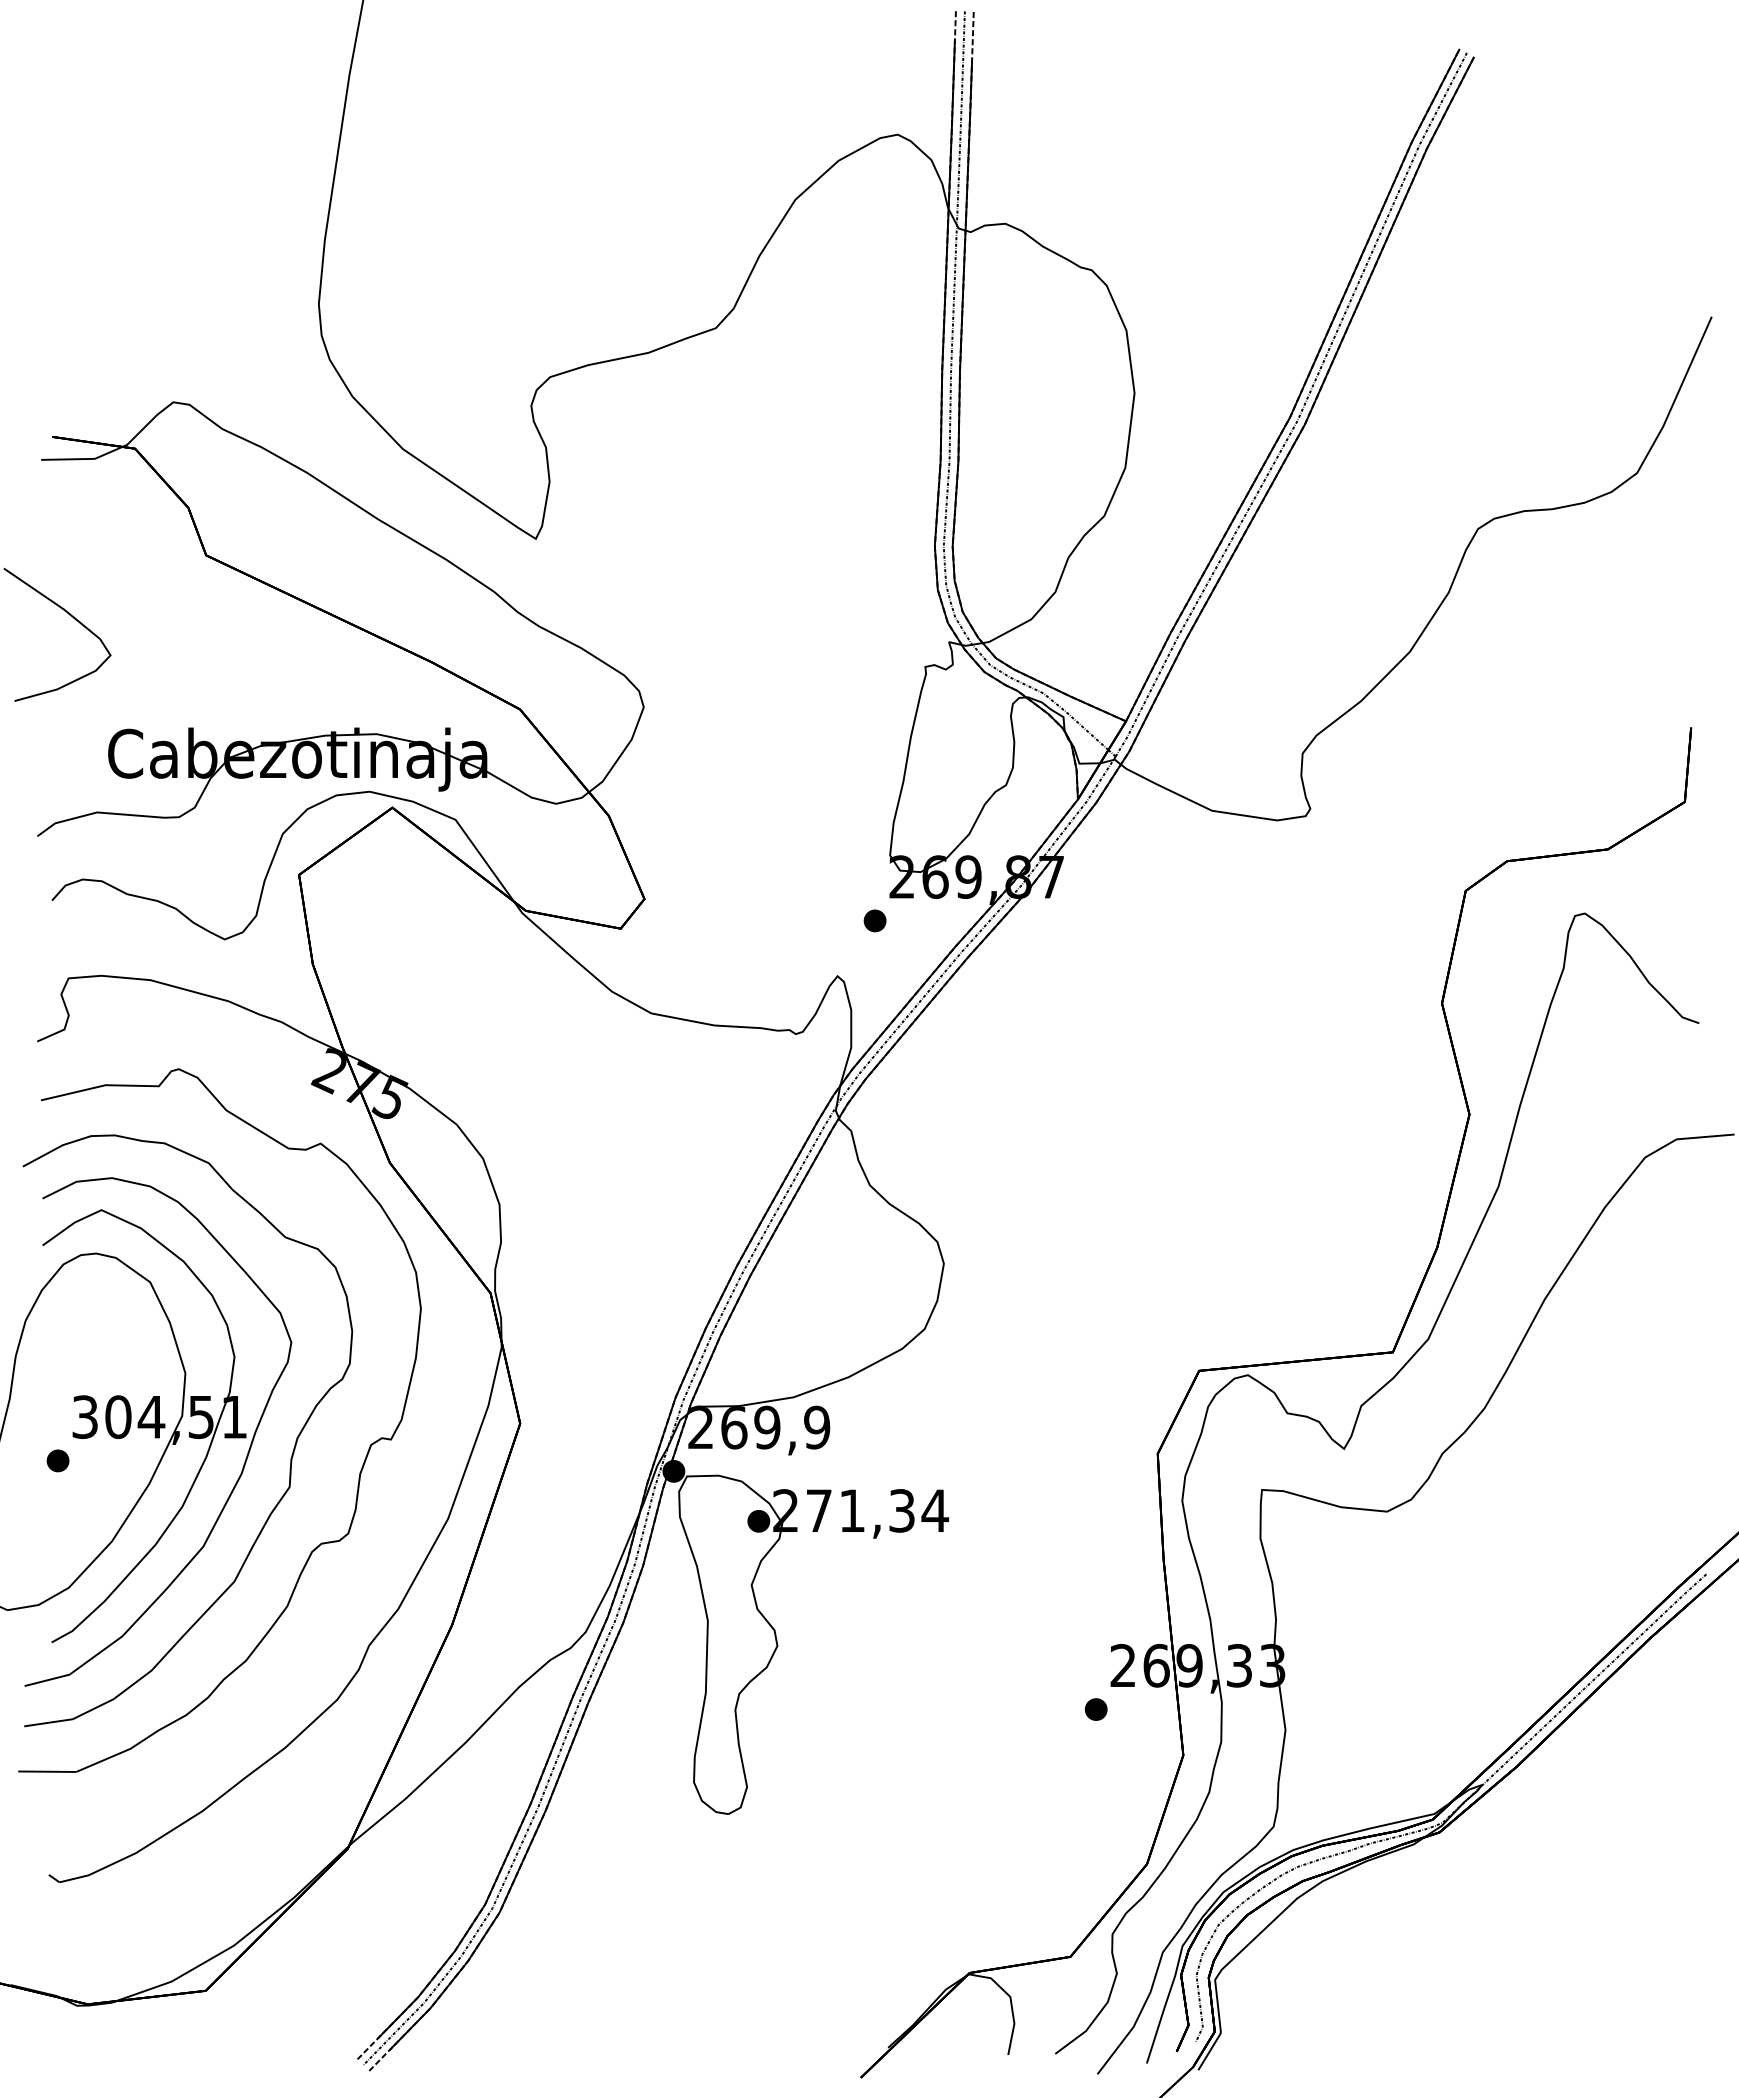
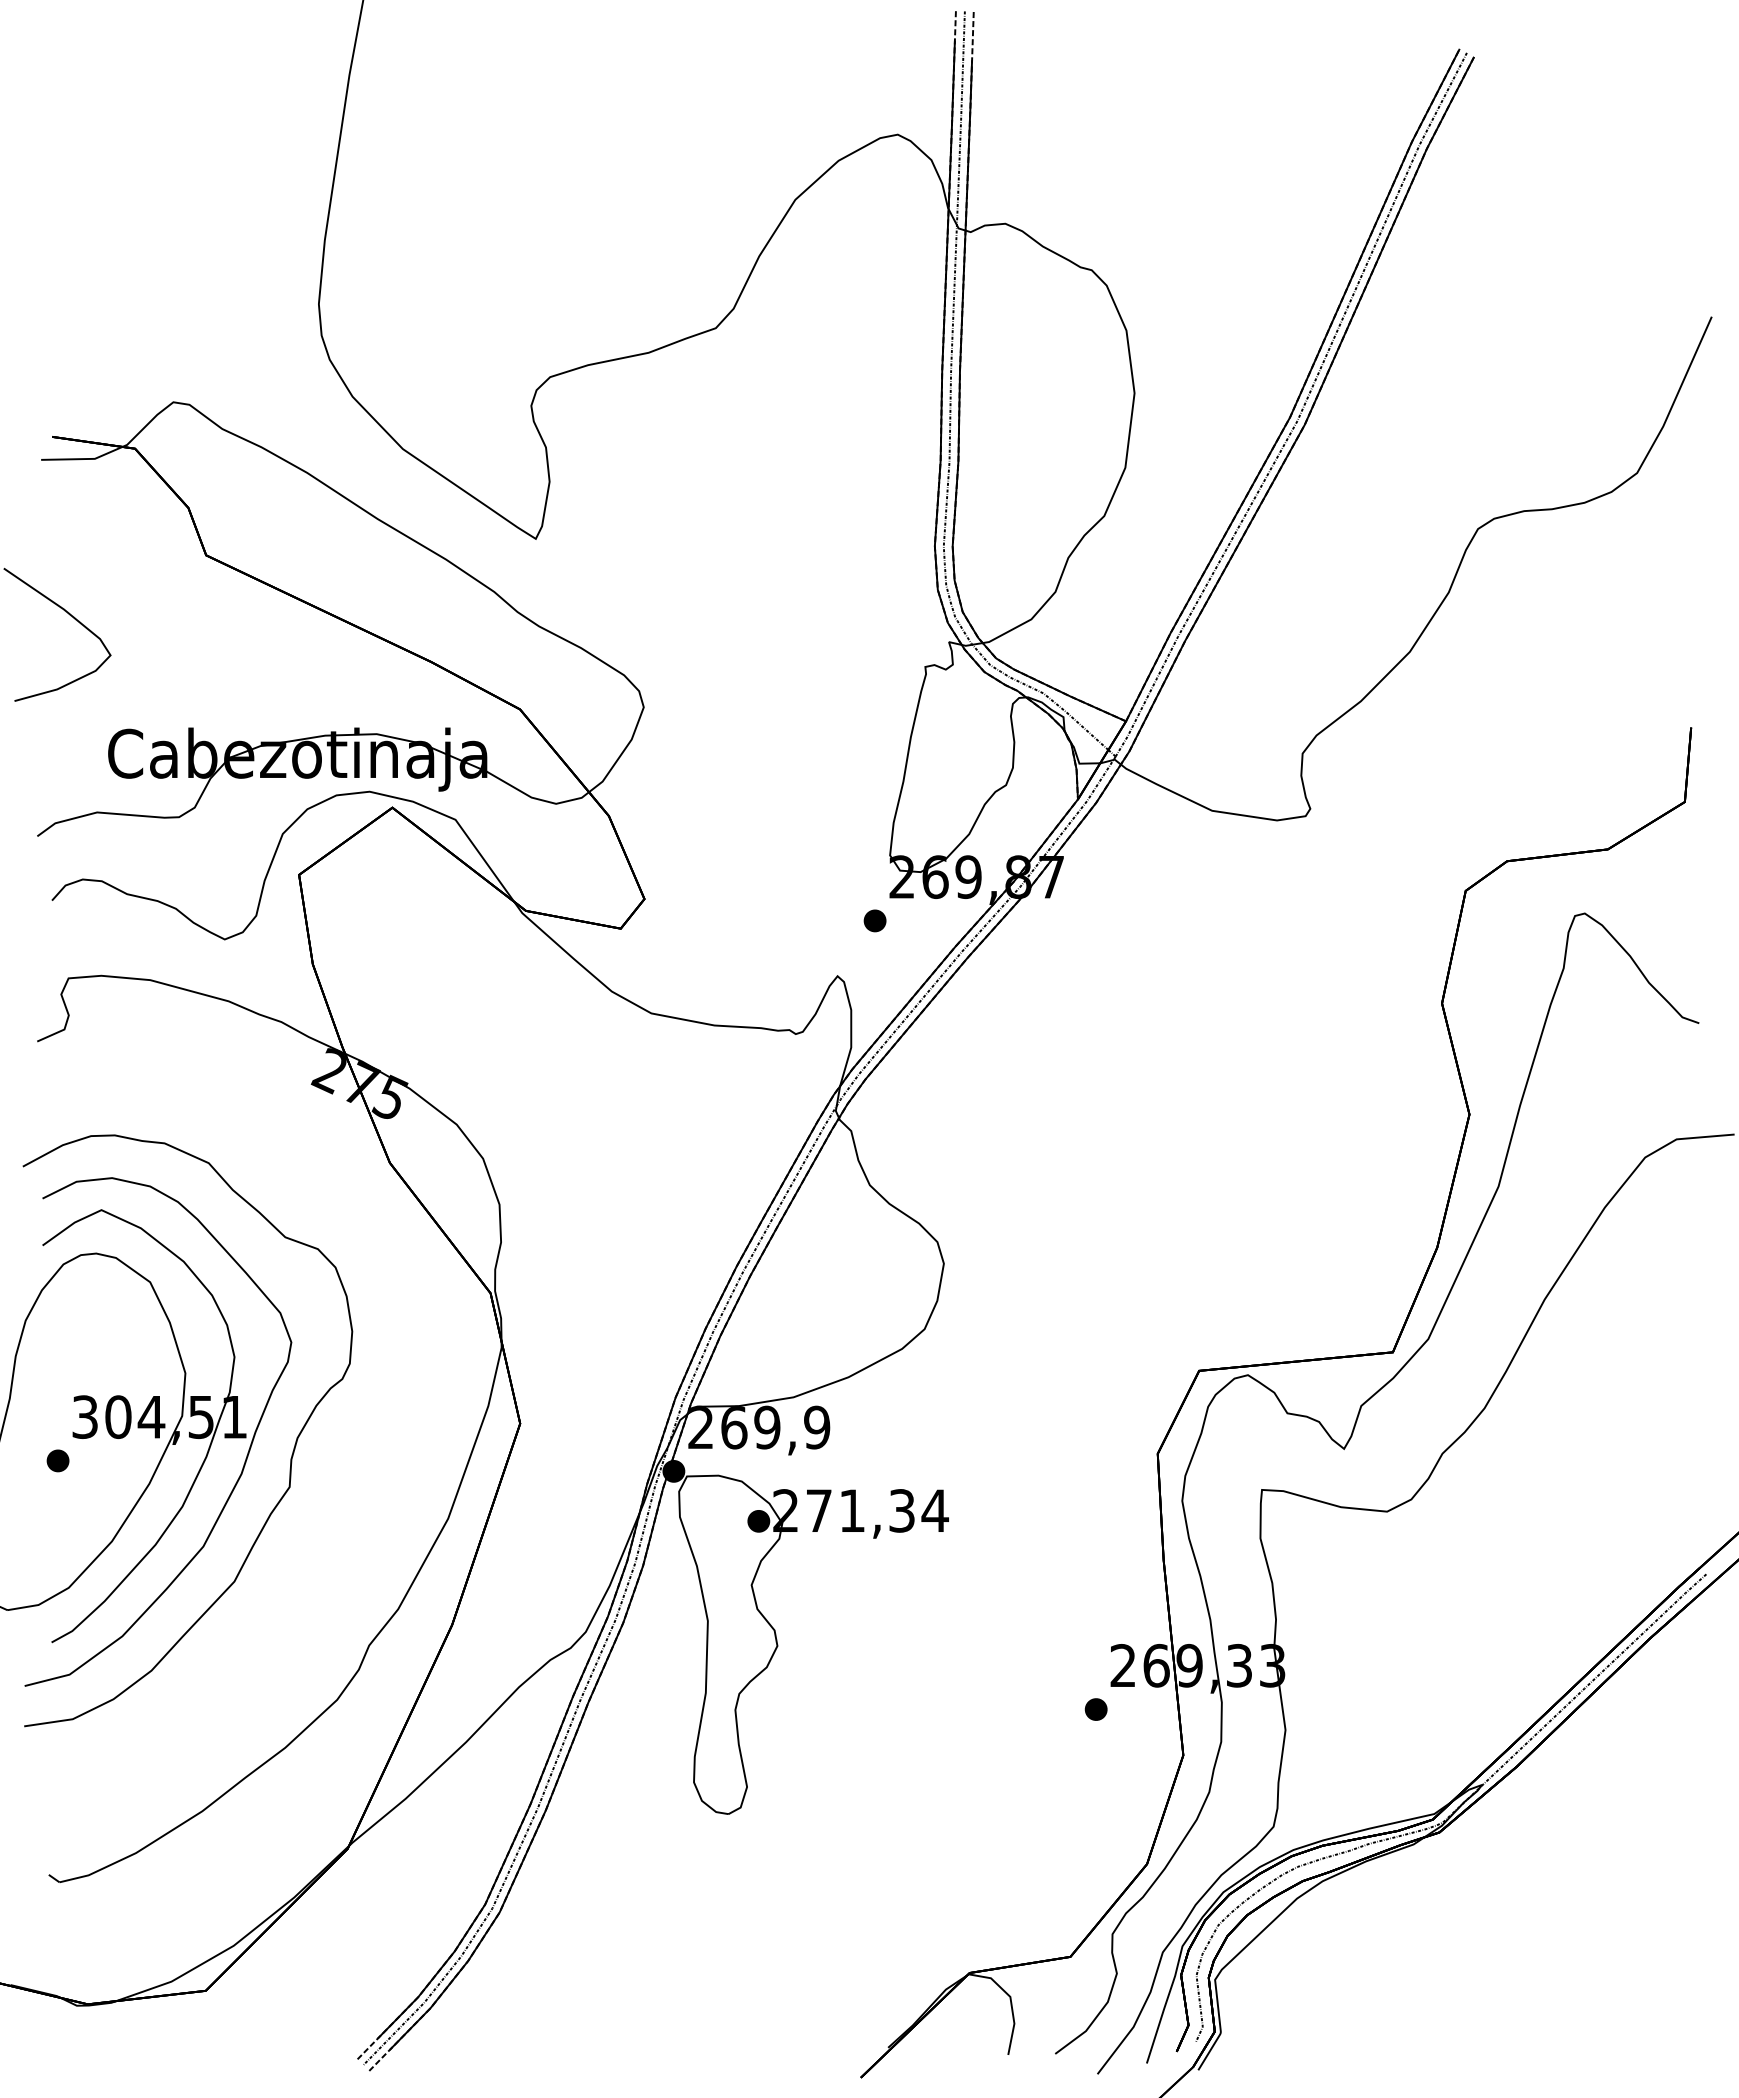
part at (359, 1472): present -> none
